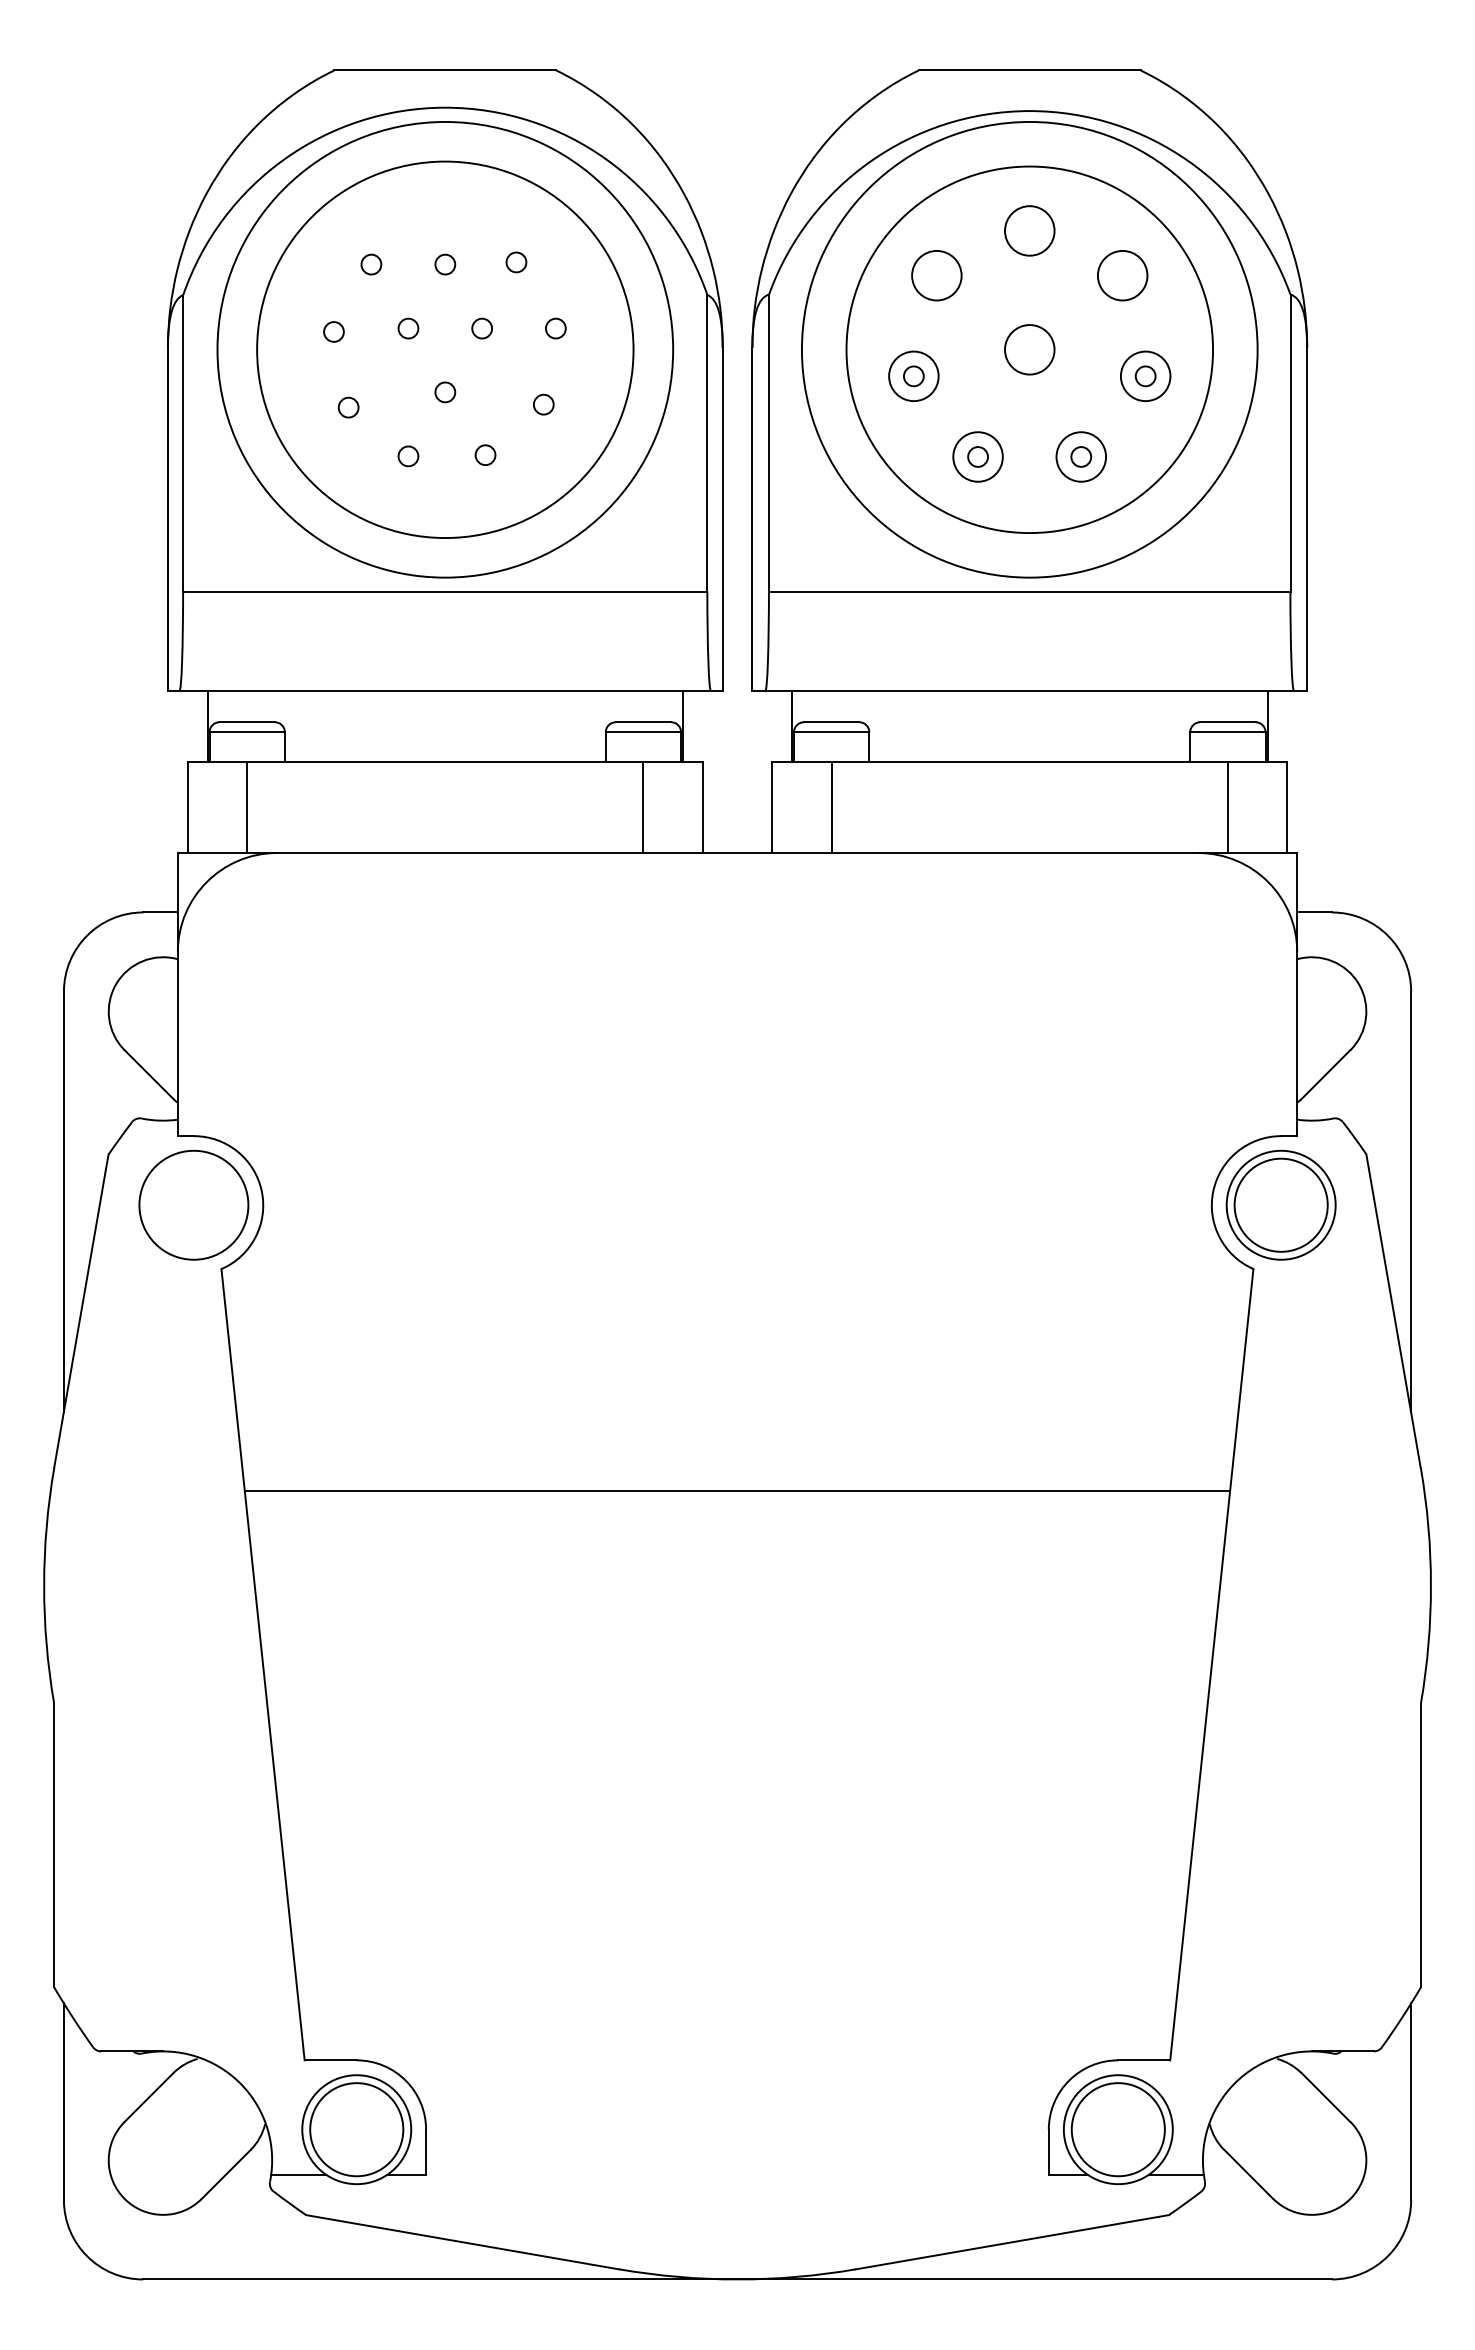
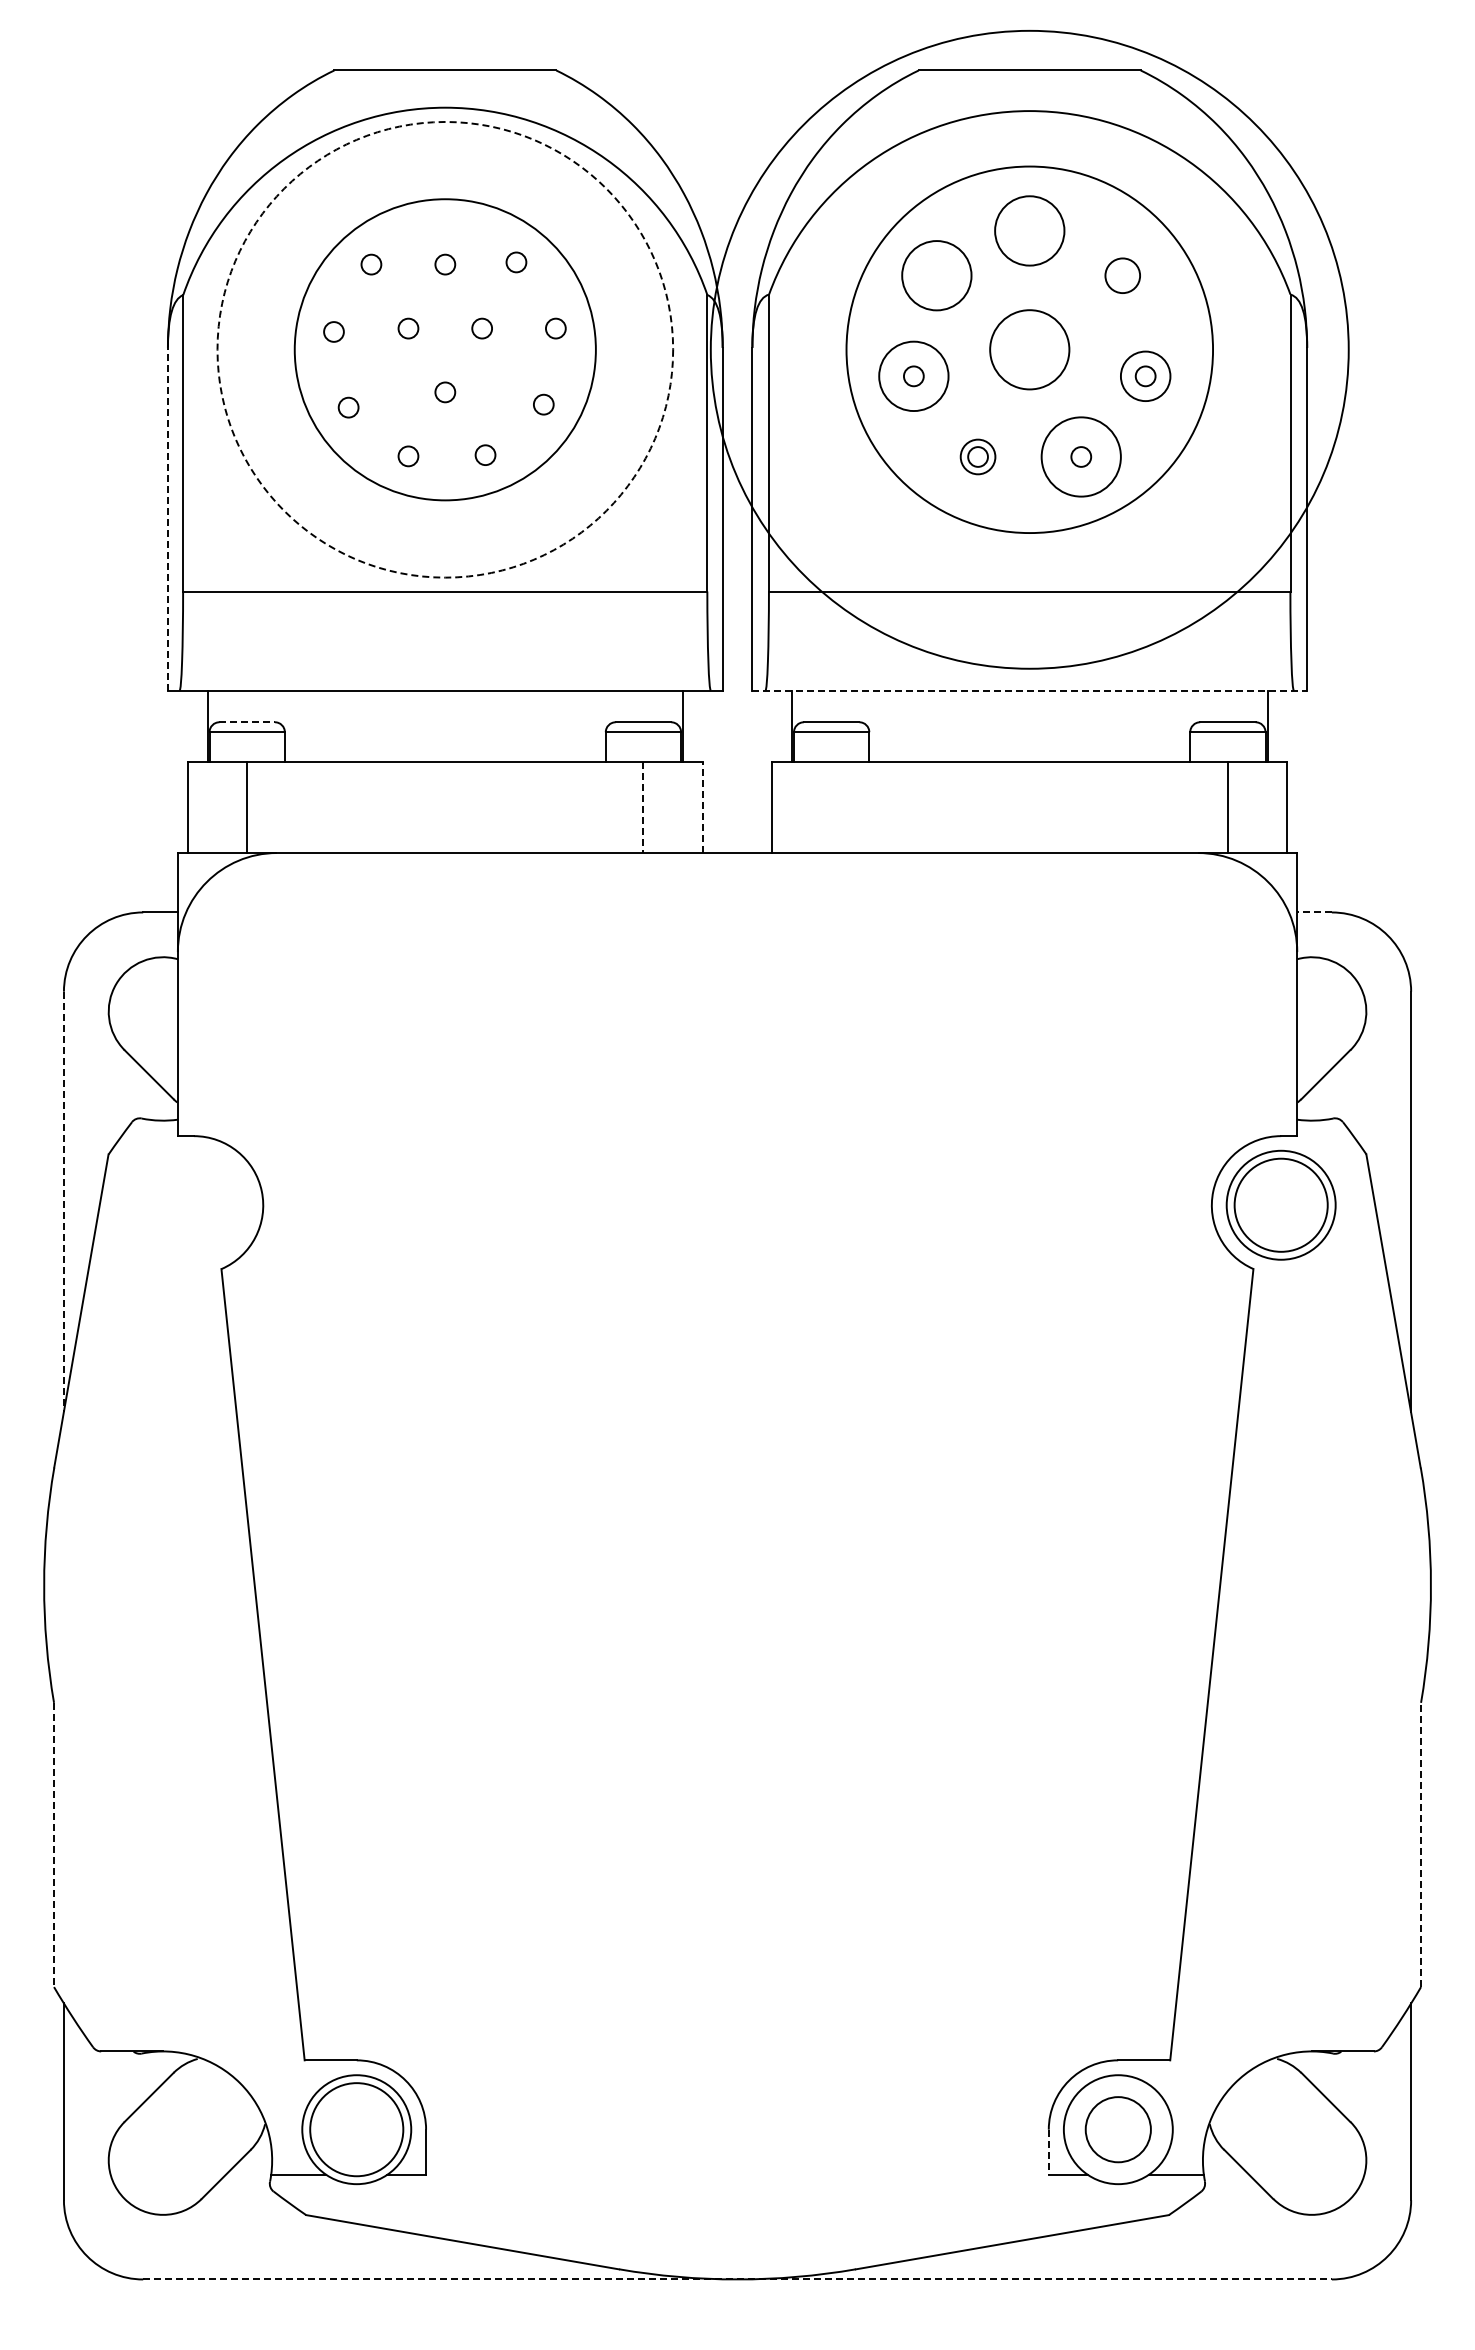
circle at (1029, 230) diameter: 50 px -> 69 px
circle at (936, 275) diameter: 50 px -> 69 px
circle at (1122, 275) size: 52x52 px -> 37x37 px
circle at (445, 349) diameter: 376 px -> 301 px
circle at (445, 349): solid -> dashed
circle at (1029, 349) diameter: 456 px -> 638 px
circle at (1029, 349) diameter: 50 px -> 79 px
circle at (913, 376) diameter: 50 px -> 69 px
circle at (977, 456) diameter: 50 px -> 35 px
circle at (1081, 456) diameter: 50 px -> 79 px
line at (167, 518): solid -> dashed
line at (1030, 690): solid -> dashed
line at (247, 722): solid -> dashed
line at (643, 807): solid -> dashed
line at (702, 807): solid -> dashed
line at (831, 807): present -> none
line at (1314, 912): solid -> dashed
line at (63, 1202): solid -> dashed
circle at (193, 1204): present -> none
line at (737, 1490): present -> none
line at (1421, 1844): solid -> dashed
line at (54, 1845): solid -> dashed
circle at (1117, 2129) diameter: 93 px -> 65 px
line at (1048, 2152): solid -> dashed
line at (738, 2279): solid -> dashed
